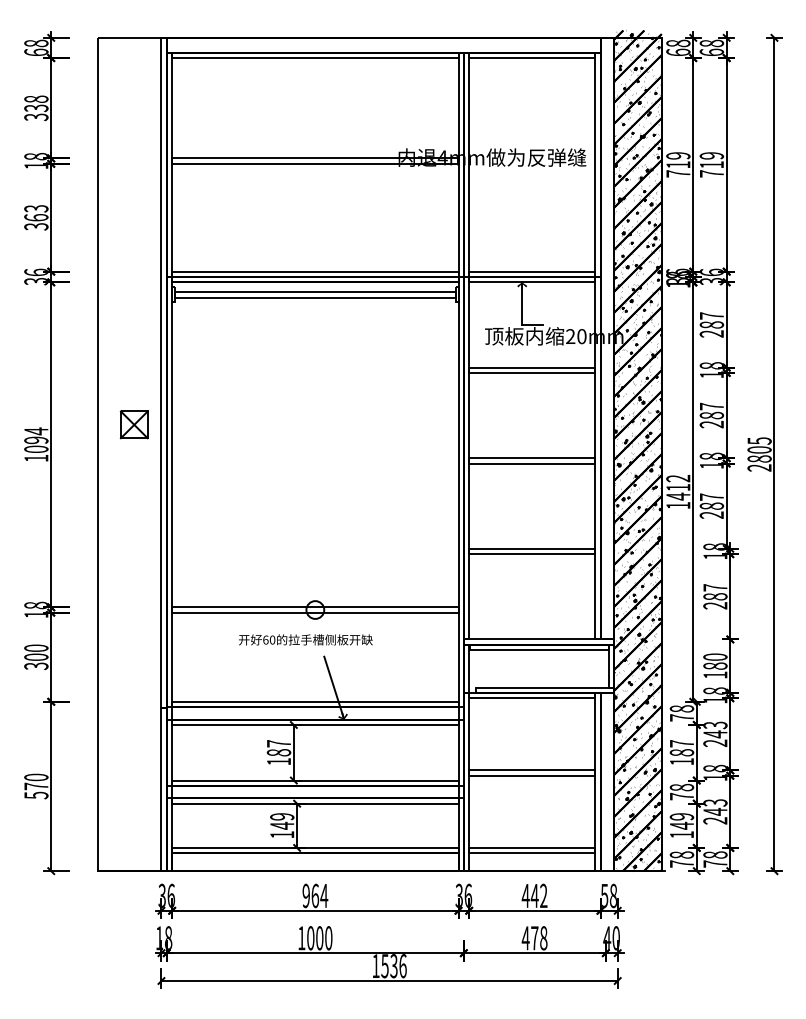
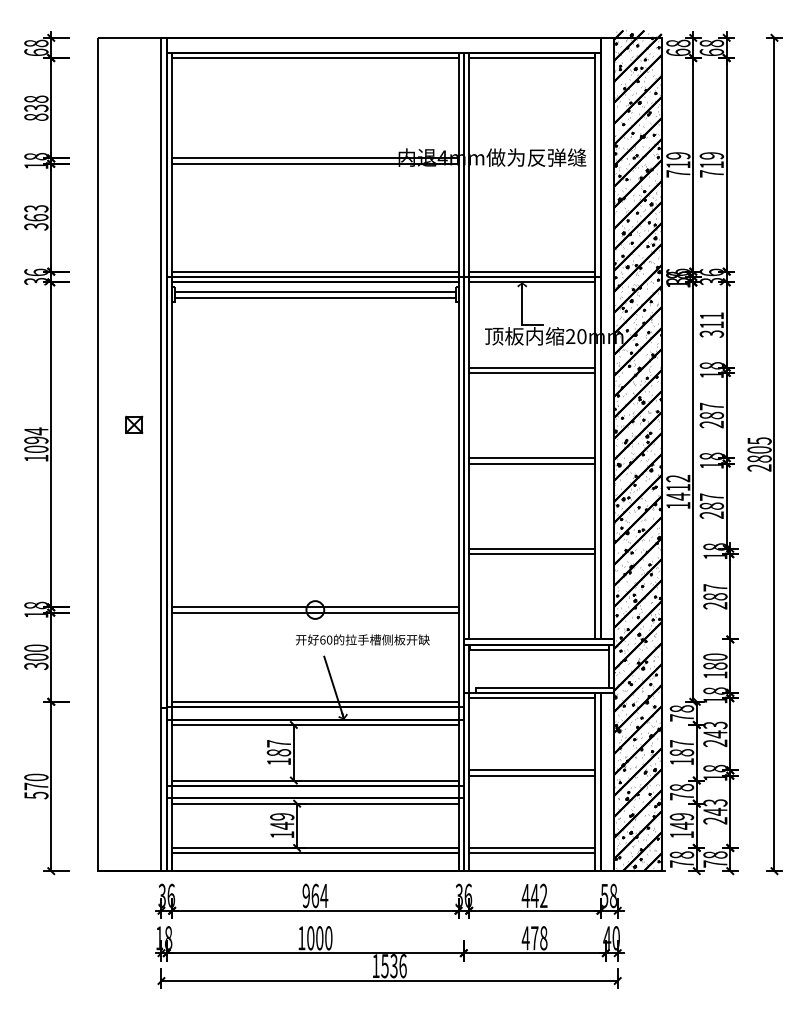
text at (36, 117): 338 -> 838
text at (711, 324): 287 -> 311
part at (133, 424) size: 30x30 px -> 19x19 px
text at (305, 639) position: (305, 639) -> (362, 639)
